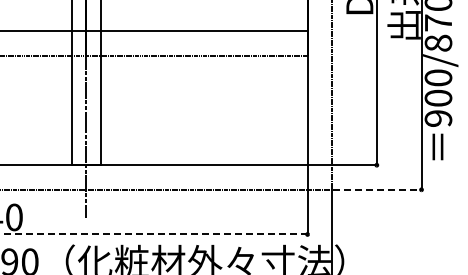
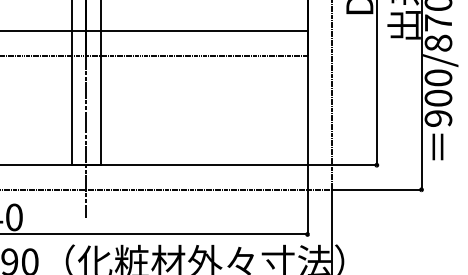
line at (377, 189): dashed -> solid
line at (154, 234): dashed -> solid
